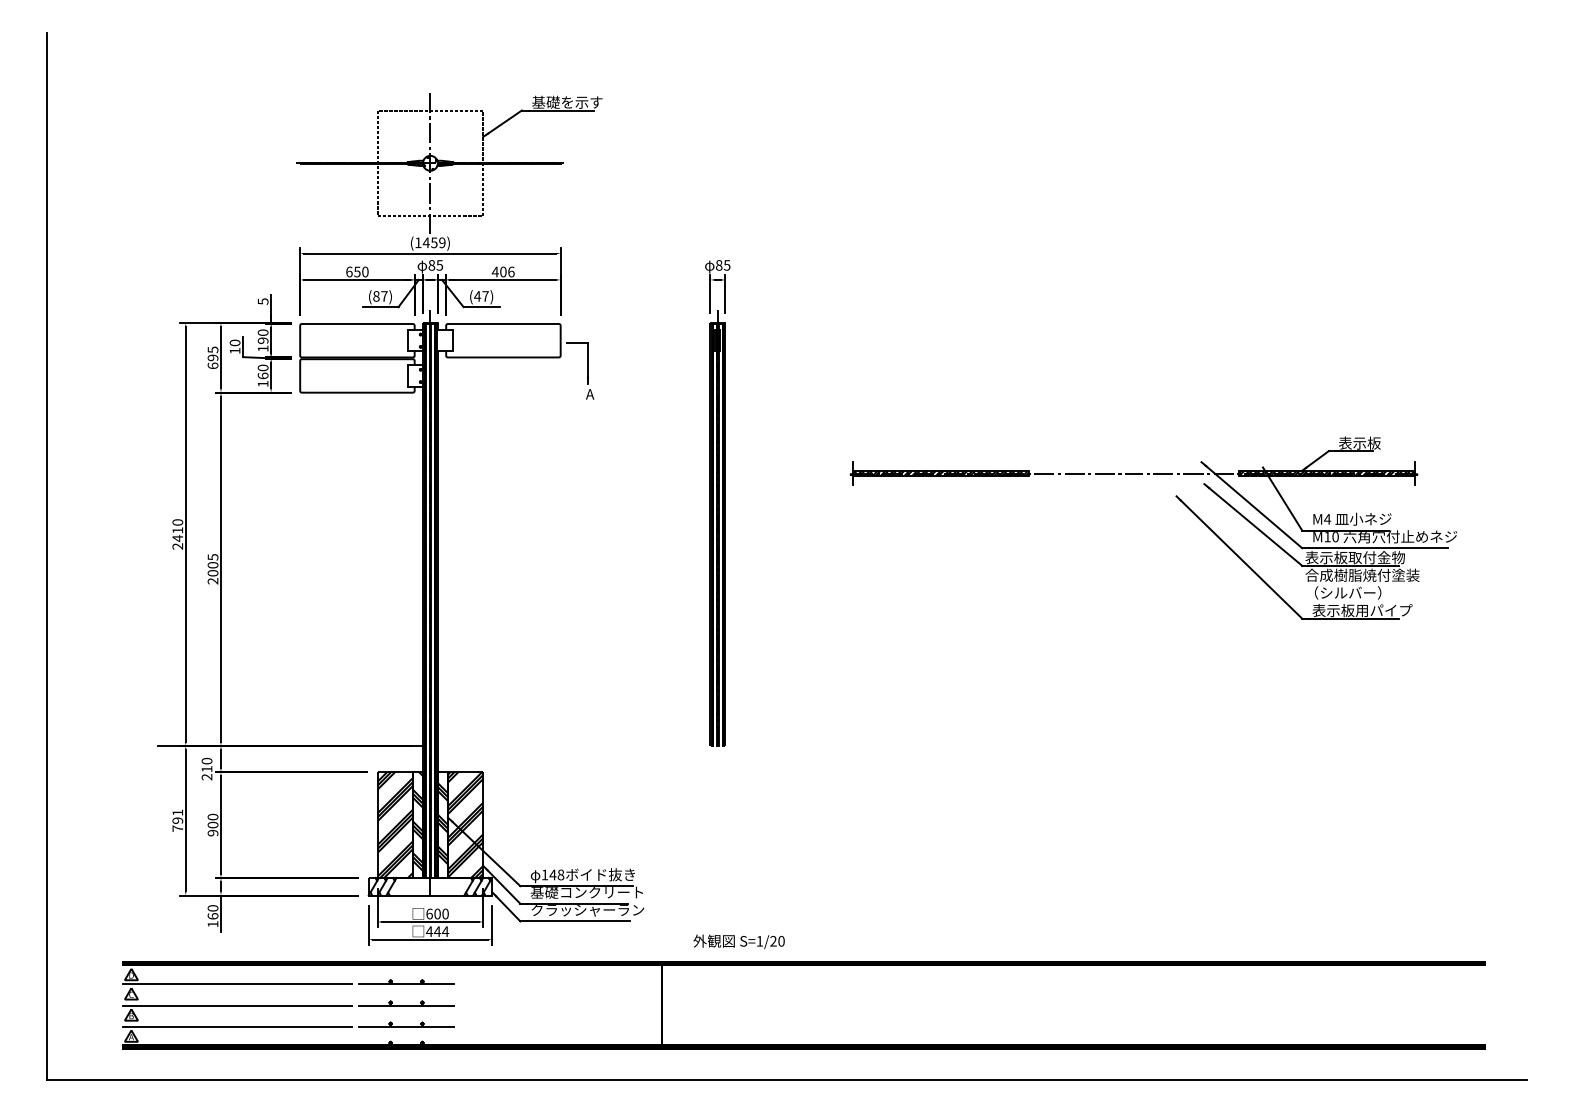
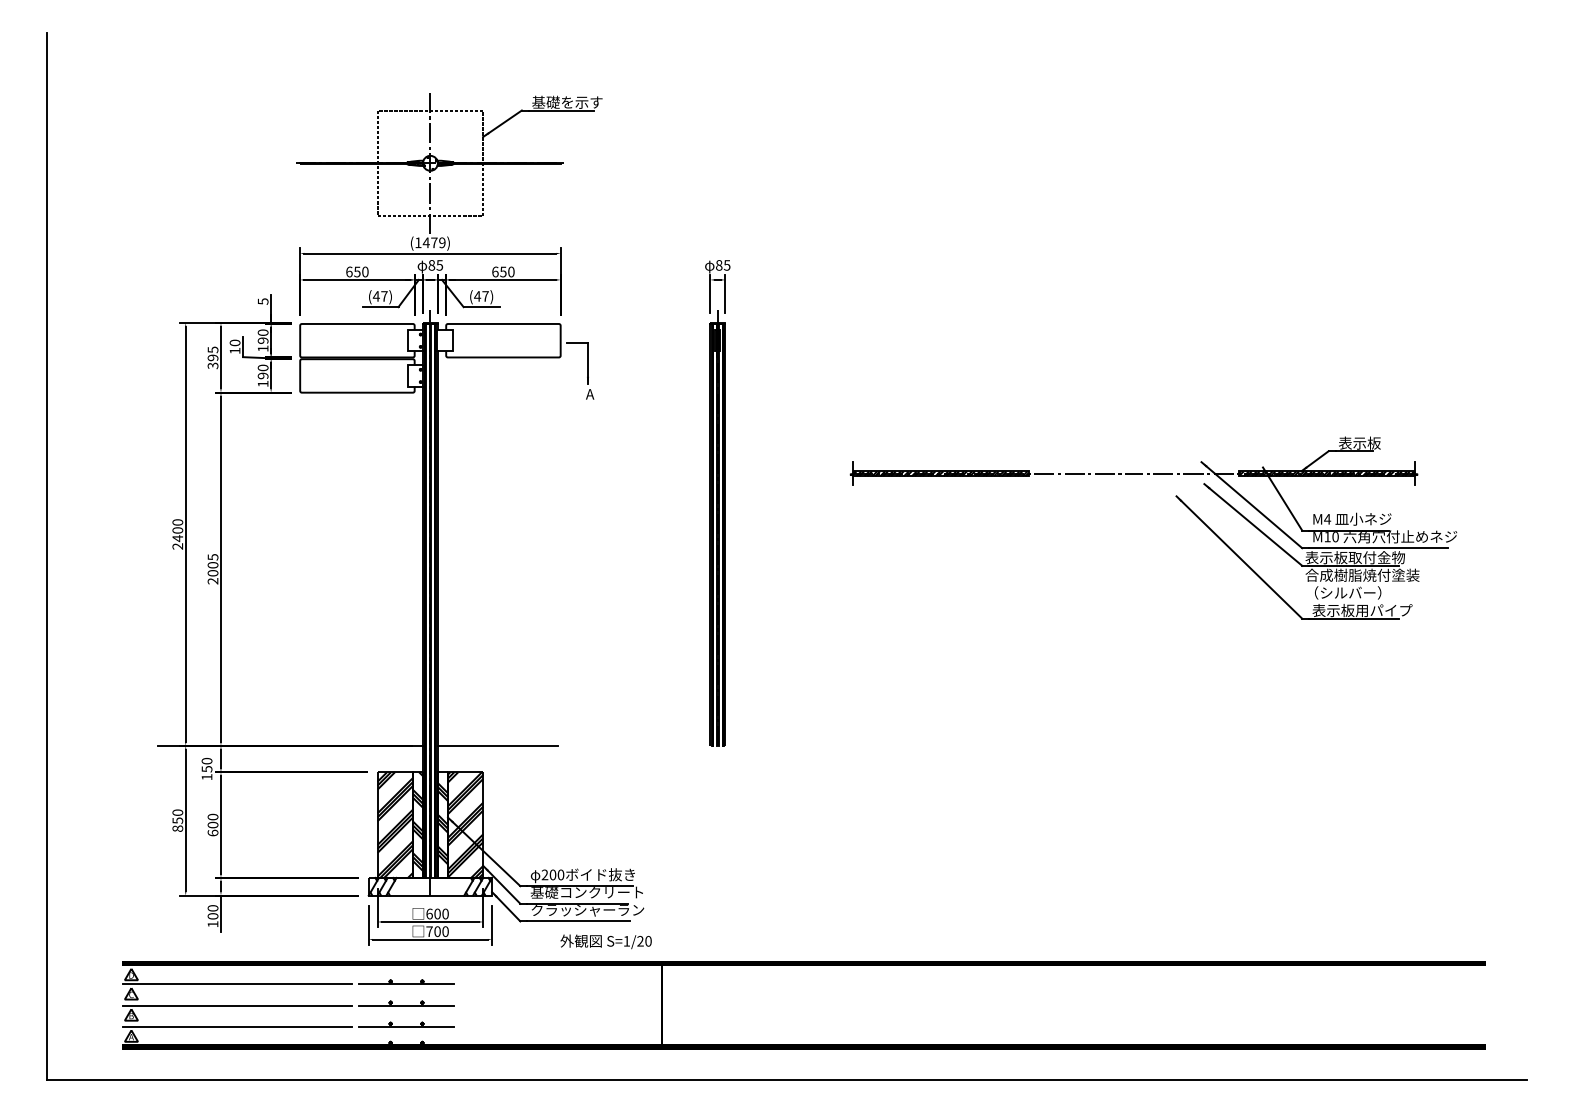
text at (434, 242): (1459) -> (1479)
text at (502, 271): 406 -> 650
text at (375, 296): (87) -> (47)
text at (212, 365): 695 -> 395
text at (262, 375): 160 -> 190
text at (177, 530): 2410 -> 2400
line at (497, 745): none -> present
text at (206, 773): 210 -> 150
text at (177, 820): 791 -> 850
text at (212, 832): 900 -> 600
text at (552, 874): 148 -> 200
text at (212, 916): 160 -> 100
text at (437, 931): 444 -> 700
text at (738, 941) position: (738, 941) -> (605, 941)
